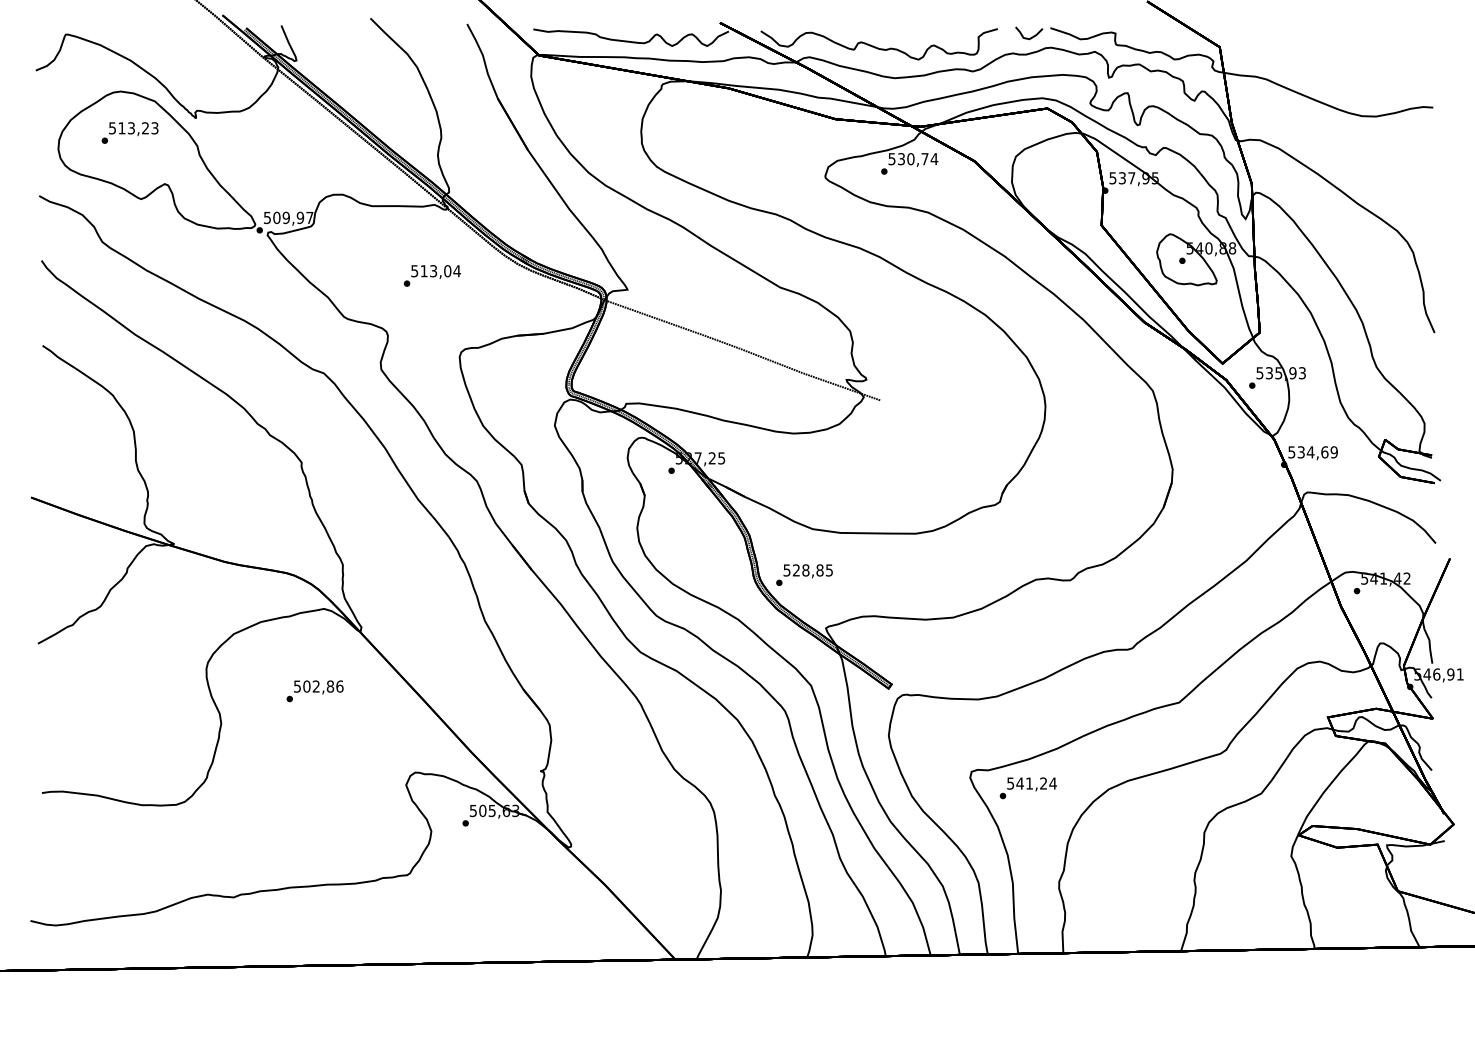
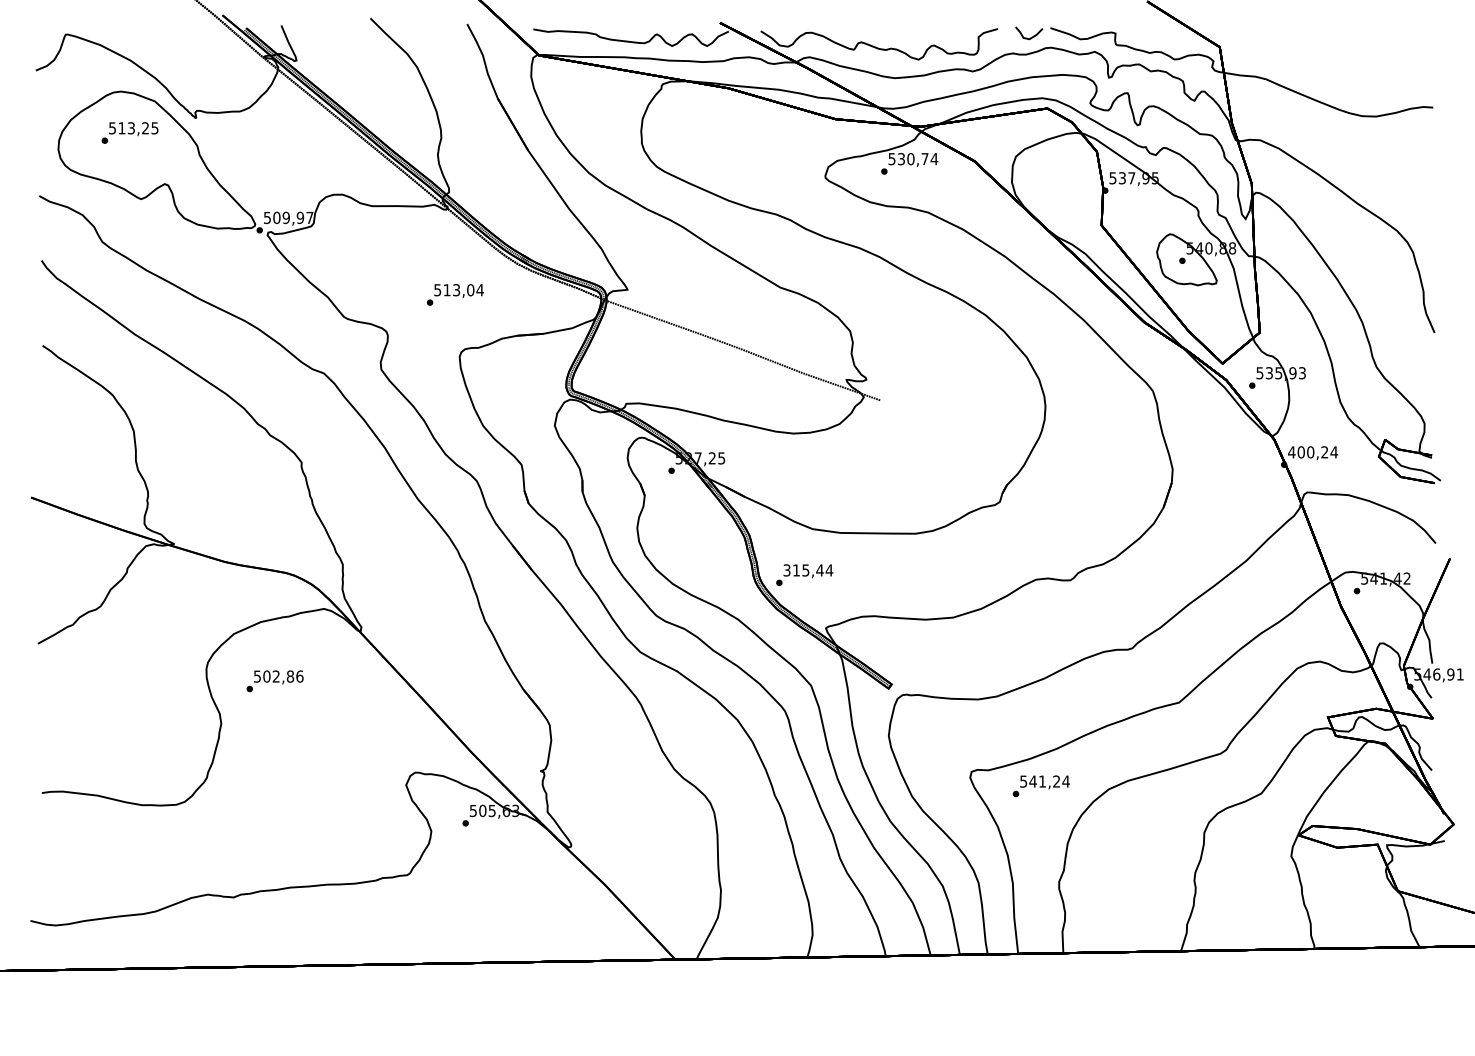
text at (154, 127): 513,23 -> 513,25
text at (431, 275) position: (431, 275) -> (454, 294)
text at (1313, 452): 534,69 -> 400,24
text at (808, 570): 528,85 -> 315,44
text at (314, 691) position: (314, 691) -> (274, 681)
text at (1027, 788) position: (1027, 788) -> (1040, 786)
